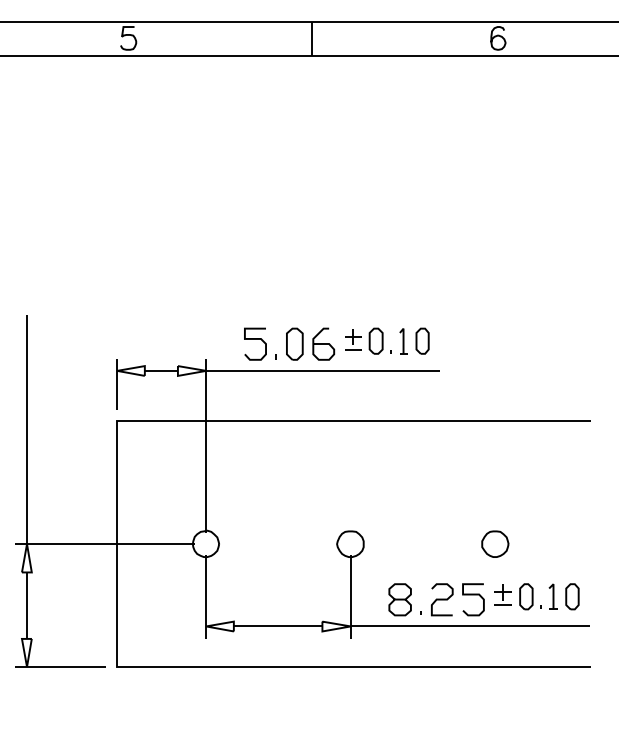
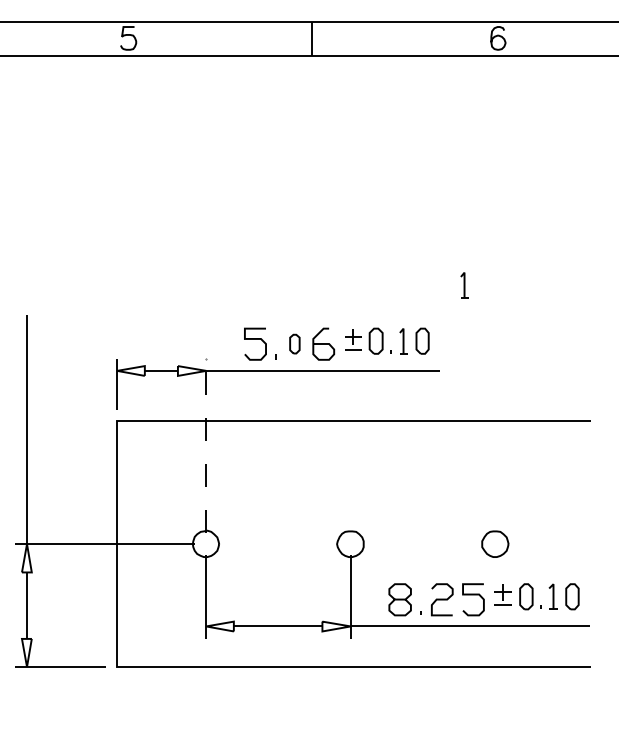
part at (464, 285): none -> present
part at (294, 343) size: 18x34 px -> 12x22 px
line at (206, 445): solid -> dashed
